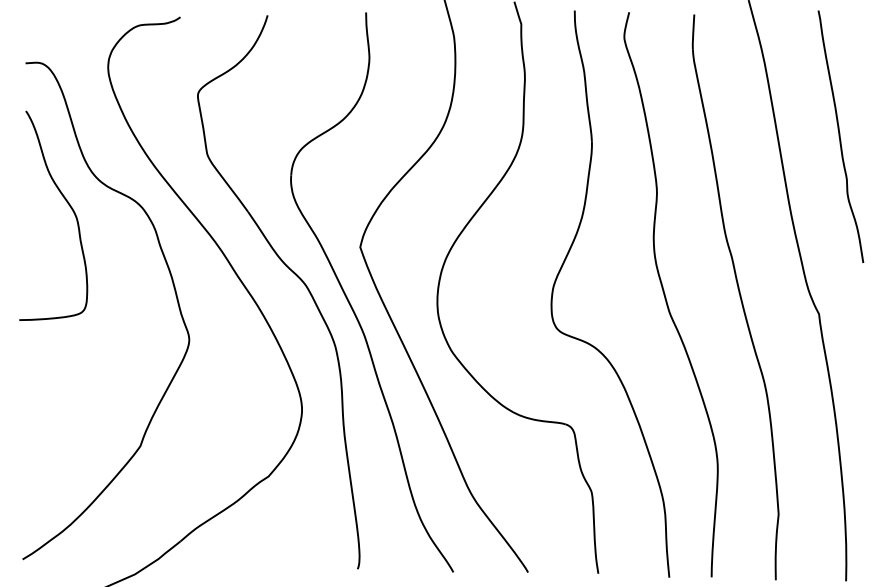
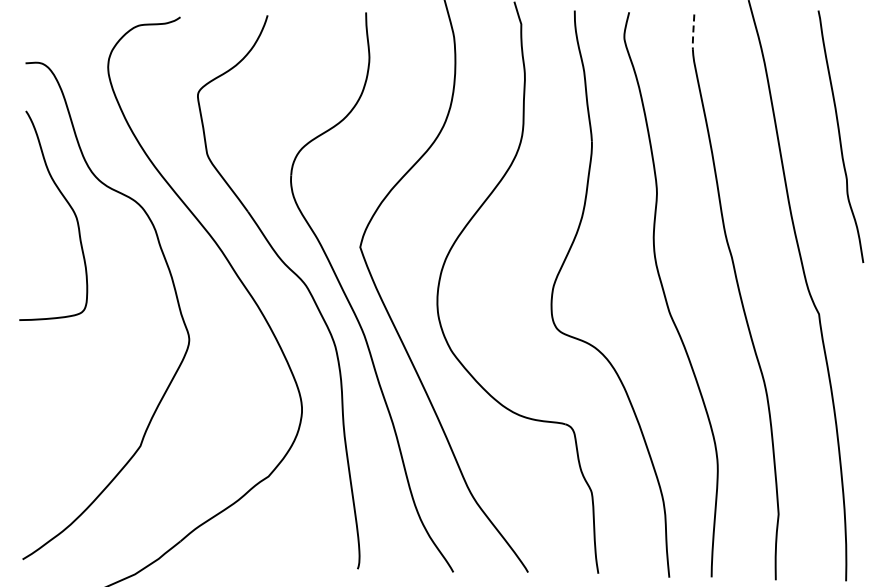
line at (693, 33): solid -> dashed
